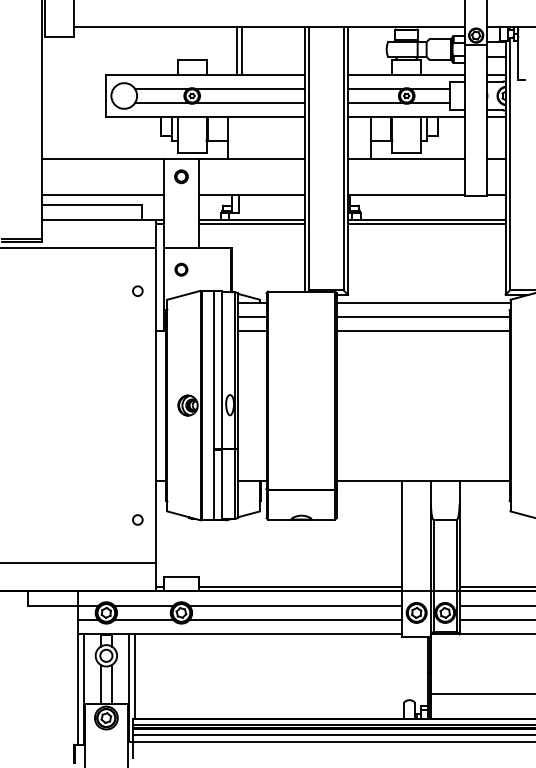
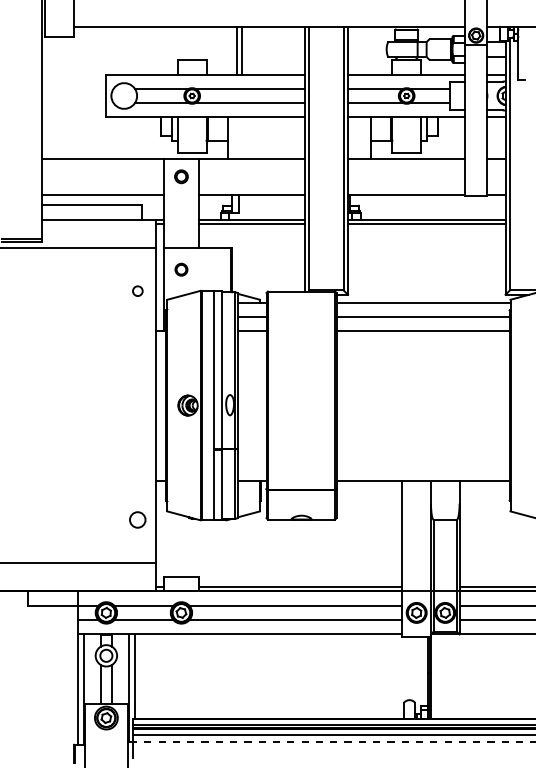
circle at (137, 519) size: 12x12 px -> 18x18 px
line at (481, 694): present -> none
line at (333, 742): solid -> dashed
